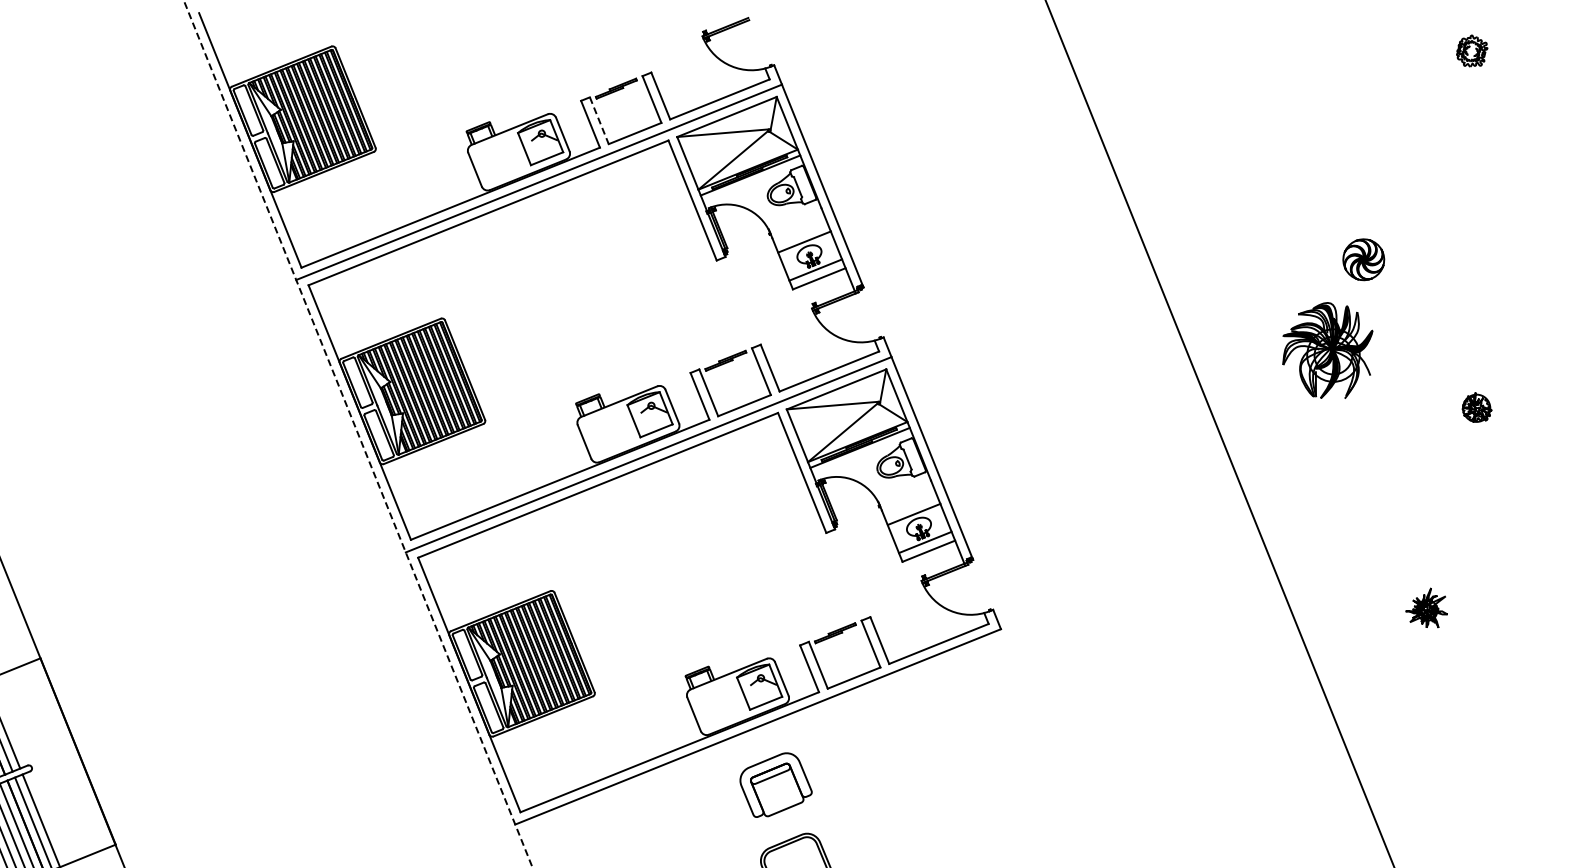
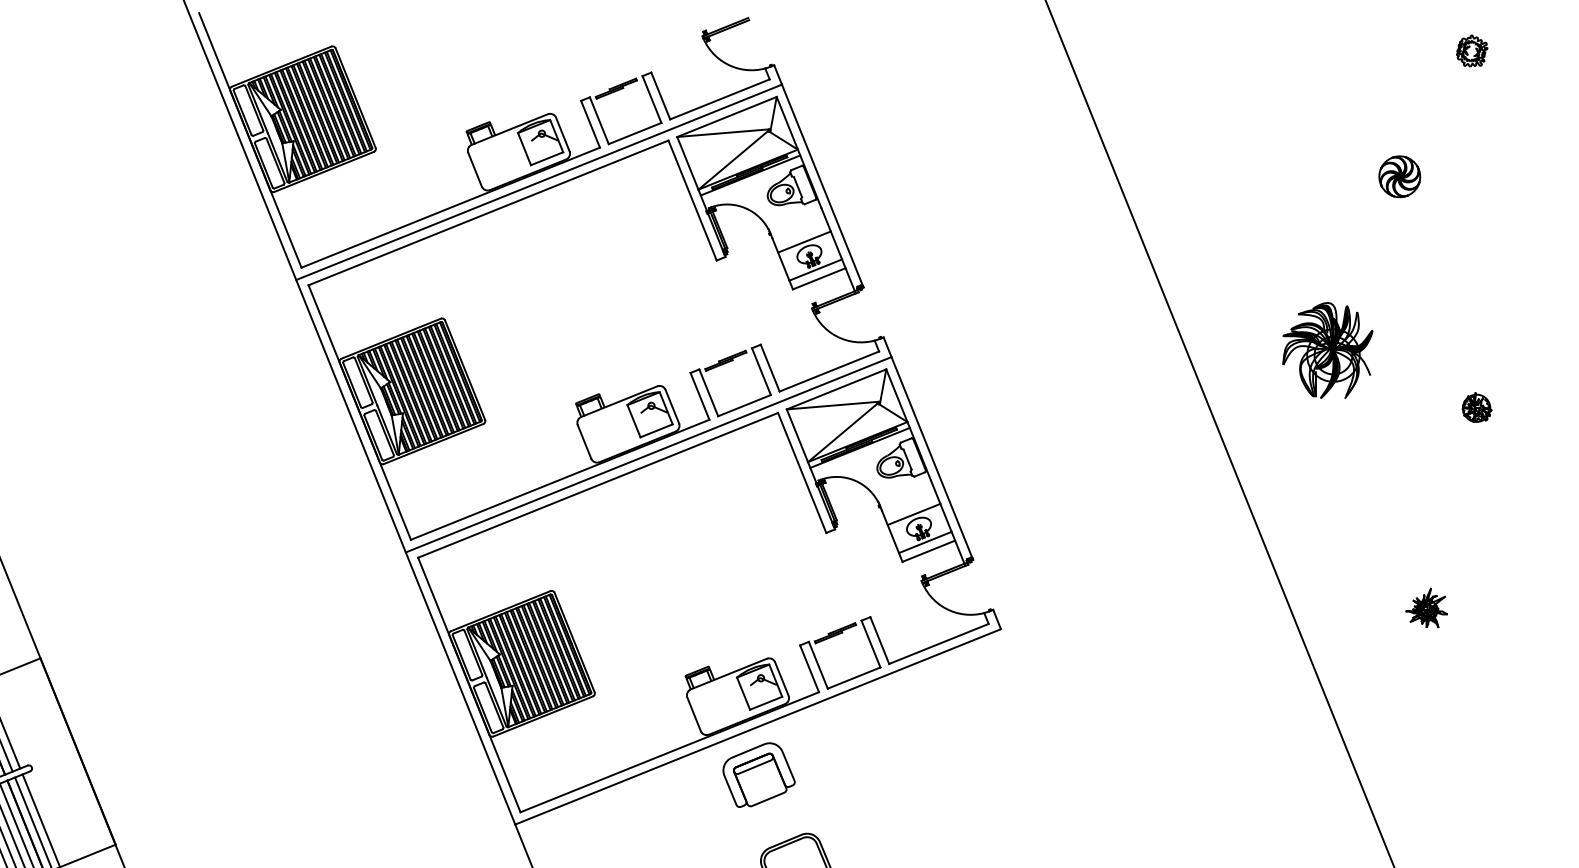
line at (599, 121): dashed -> solid
part at (1363, 259) position: (1363, 259) -> (1399, 176)
line at (358, 434): dashed -> solid
part at (775, 784) position: (775, 784) -> (758, 774)
